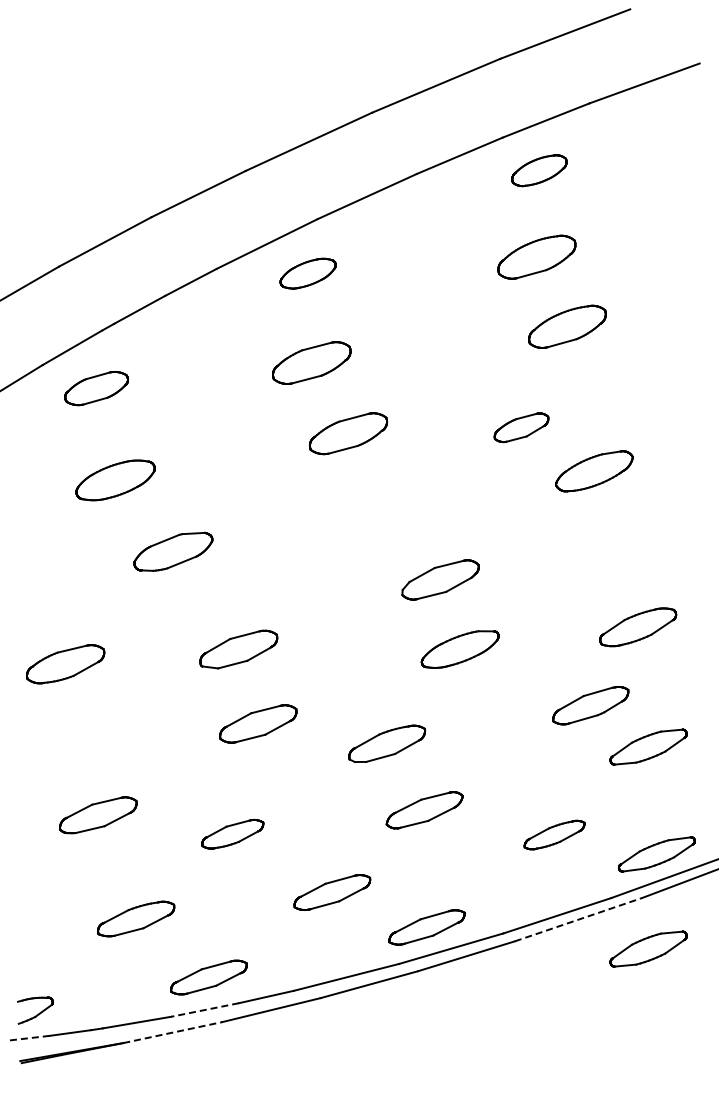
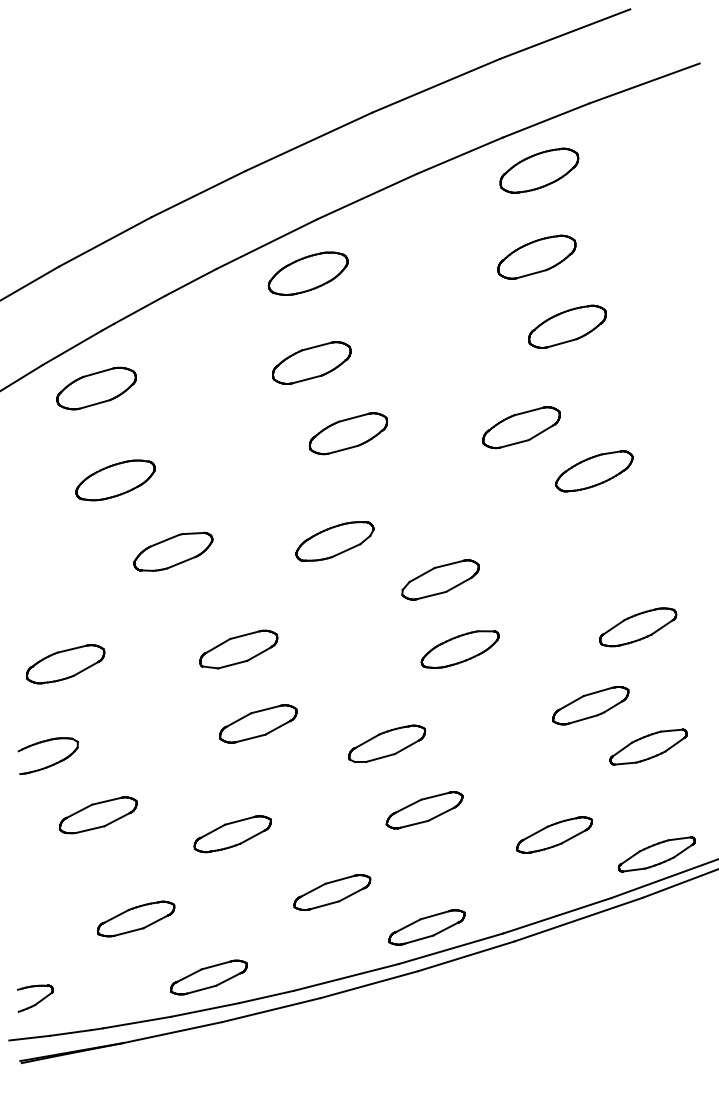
part at (539, 170) size: 57x34 px -> 81x47 px
part at (307, 273) size: 58x33 px -> 82x45 px
part at (96, 388) size: 65x36 px -> 81x45 px
part at (521, 427) size: 57x32 px -> 79x44 px
part at (334, 541): none -> present
part at (51, 764): none -> present
part at (232, 833) size: 64x32 px -> 79x39 px
part at (554, 834) size: 63x32 px -> 77x38 px
line at (579, 919): dashed -> solid
part at (648, 948): present -> none
part at (35, 1010) position: (35, 1010) -> (35, 998)
line at (205, 1010): dashed -> solid
line at (172, 1032): dashed -> solid
line at (29, 1038): dashed -> solid
